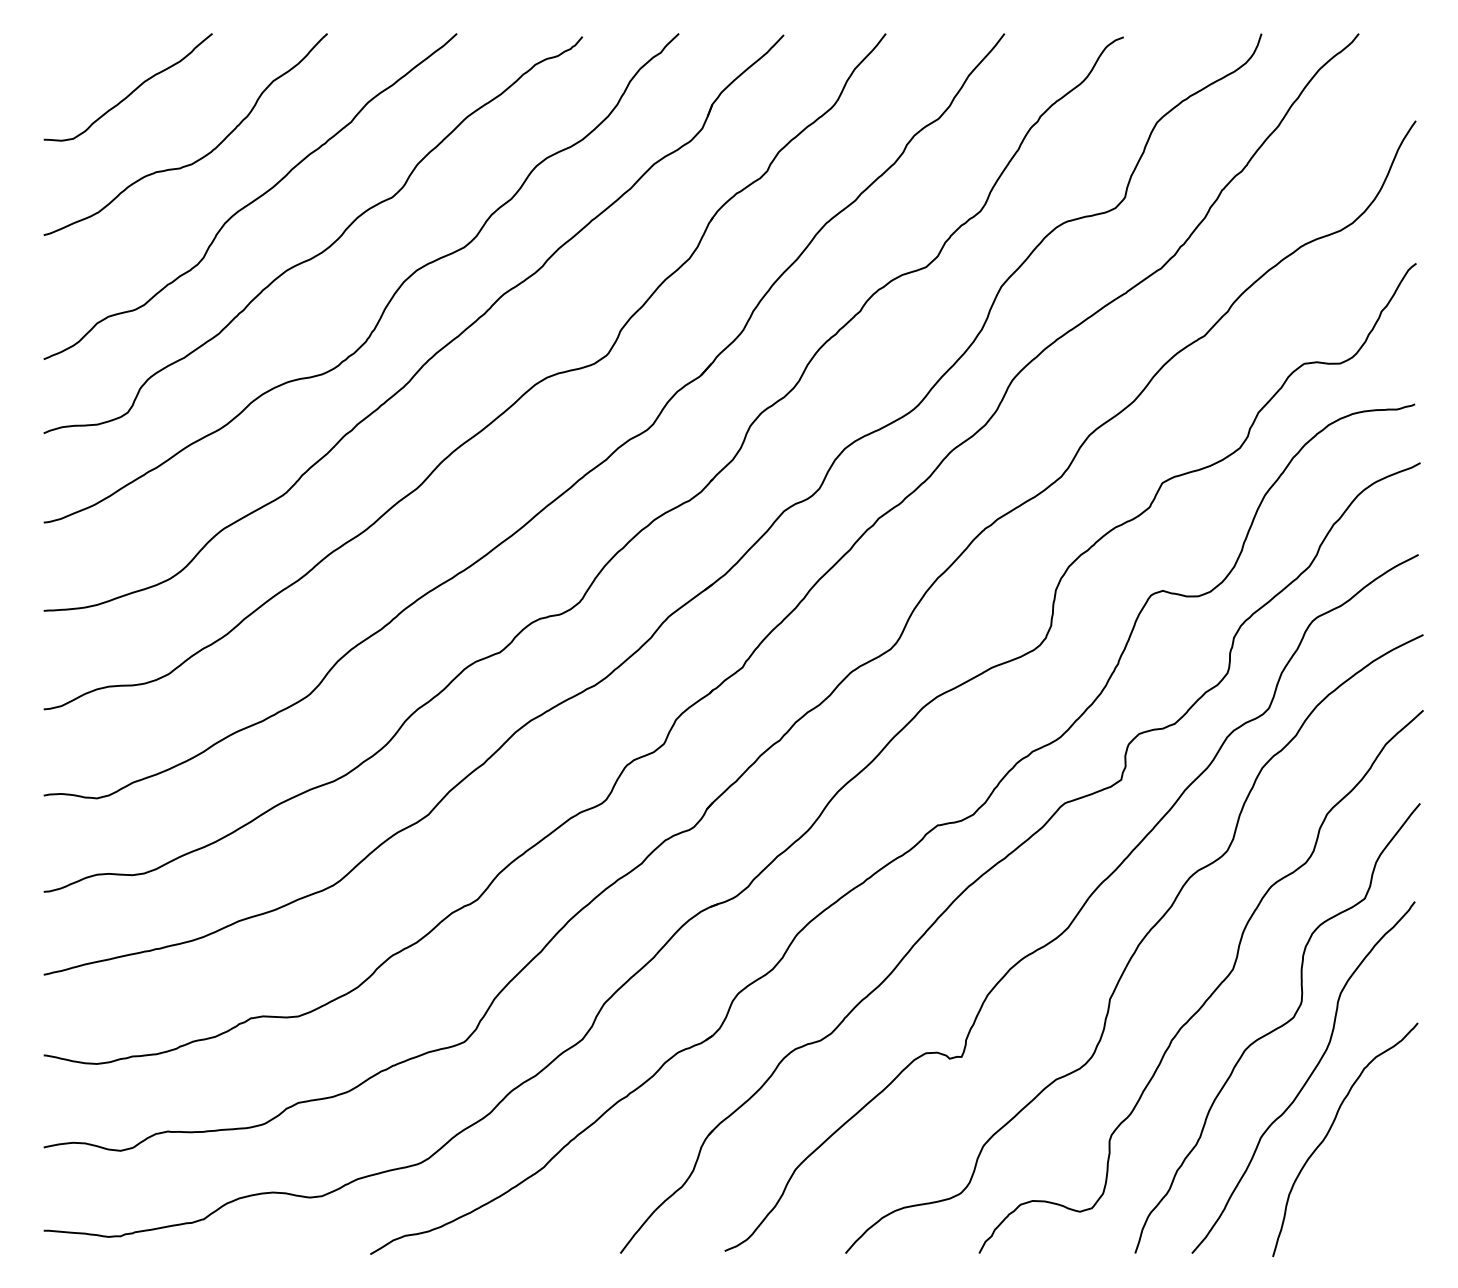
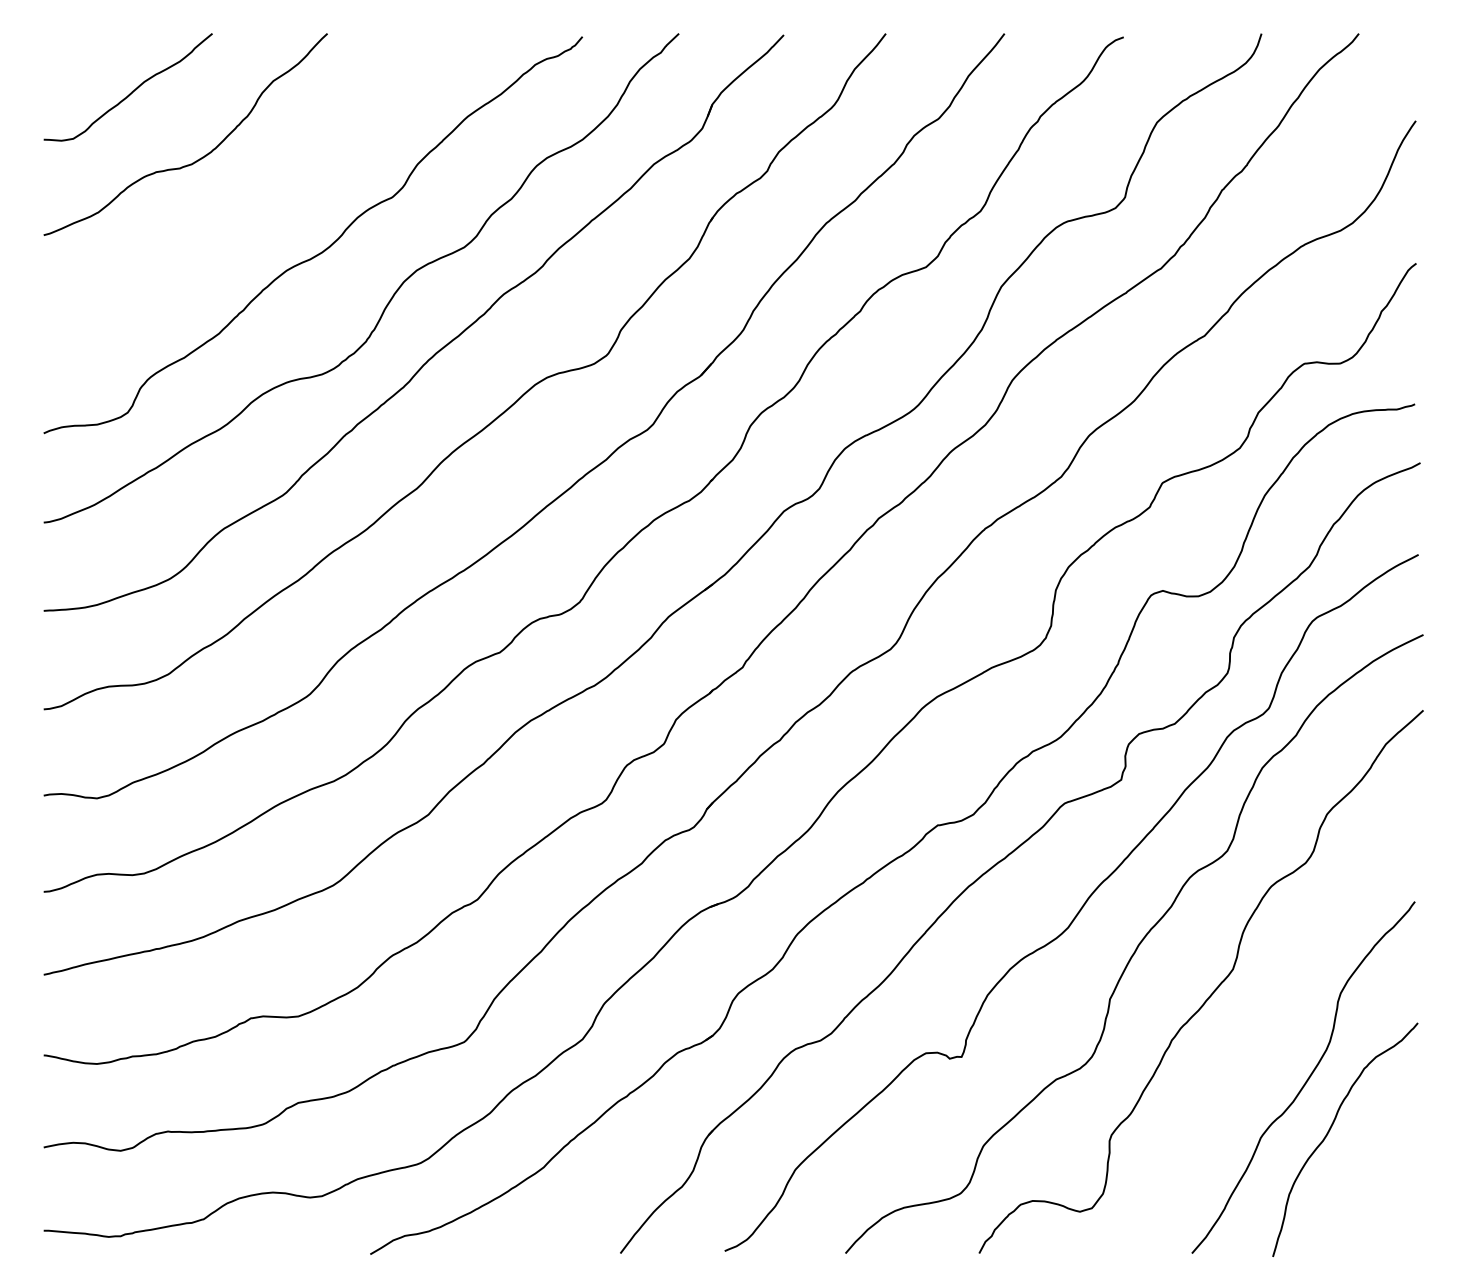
curve at (252, 200): present -> none
curve at (1277, 1028): present -> none
